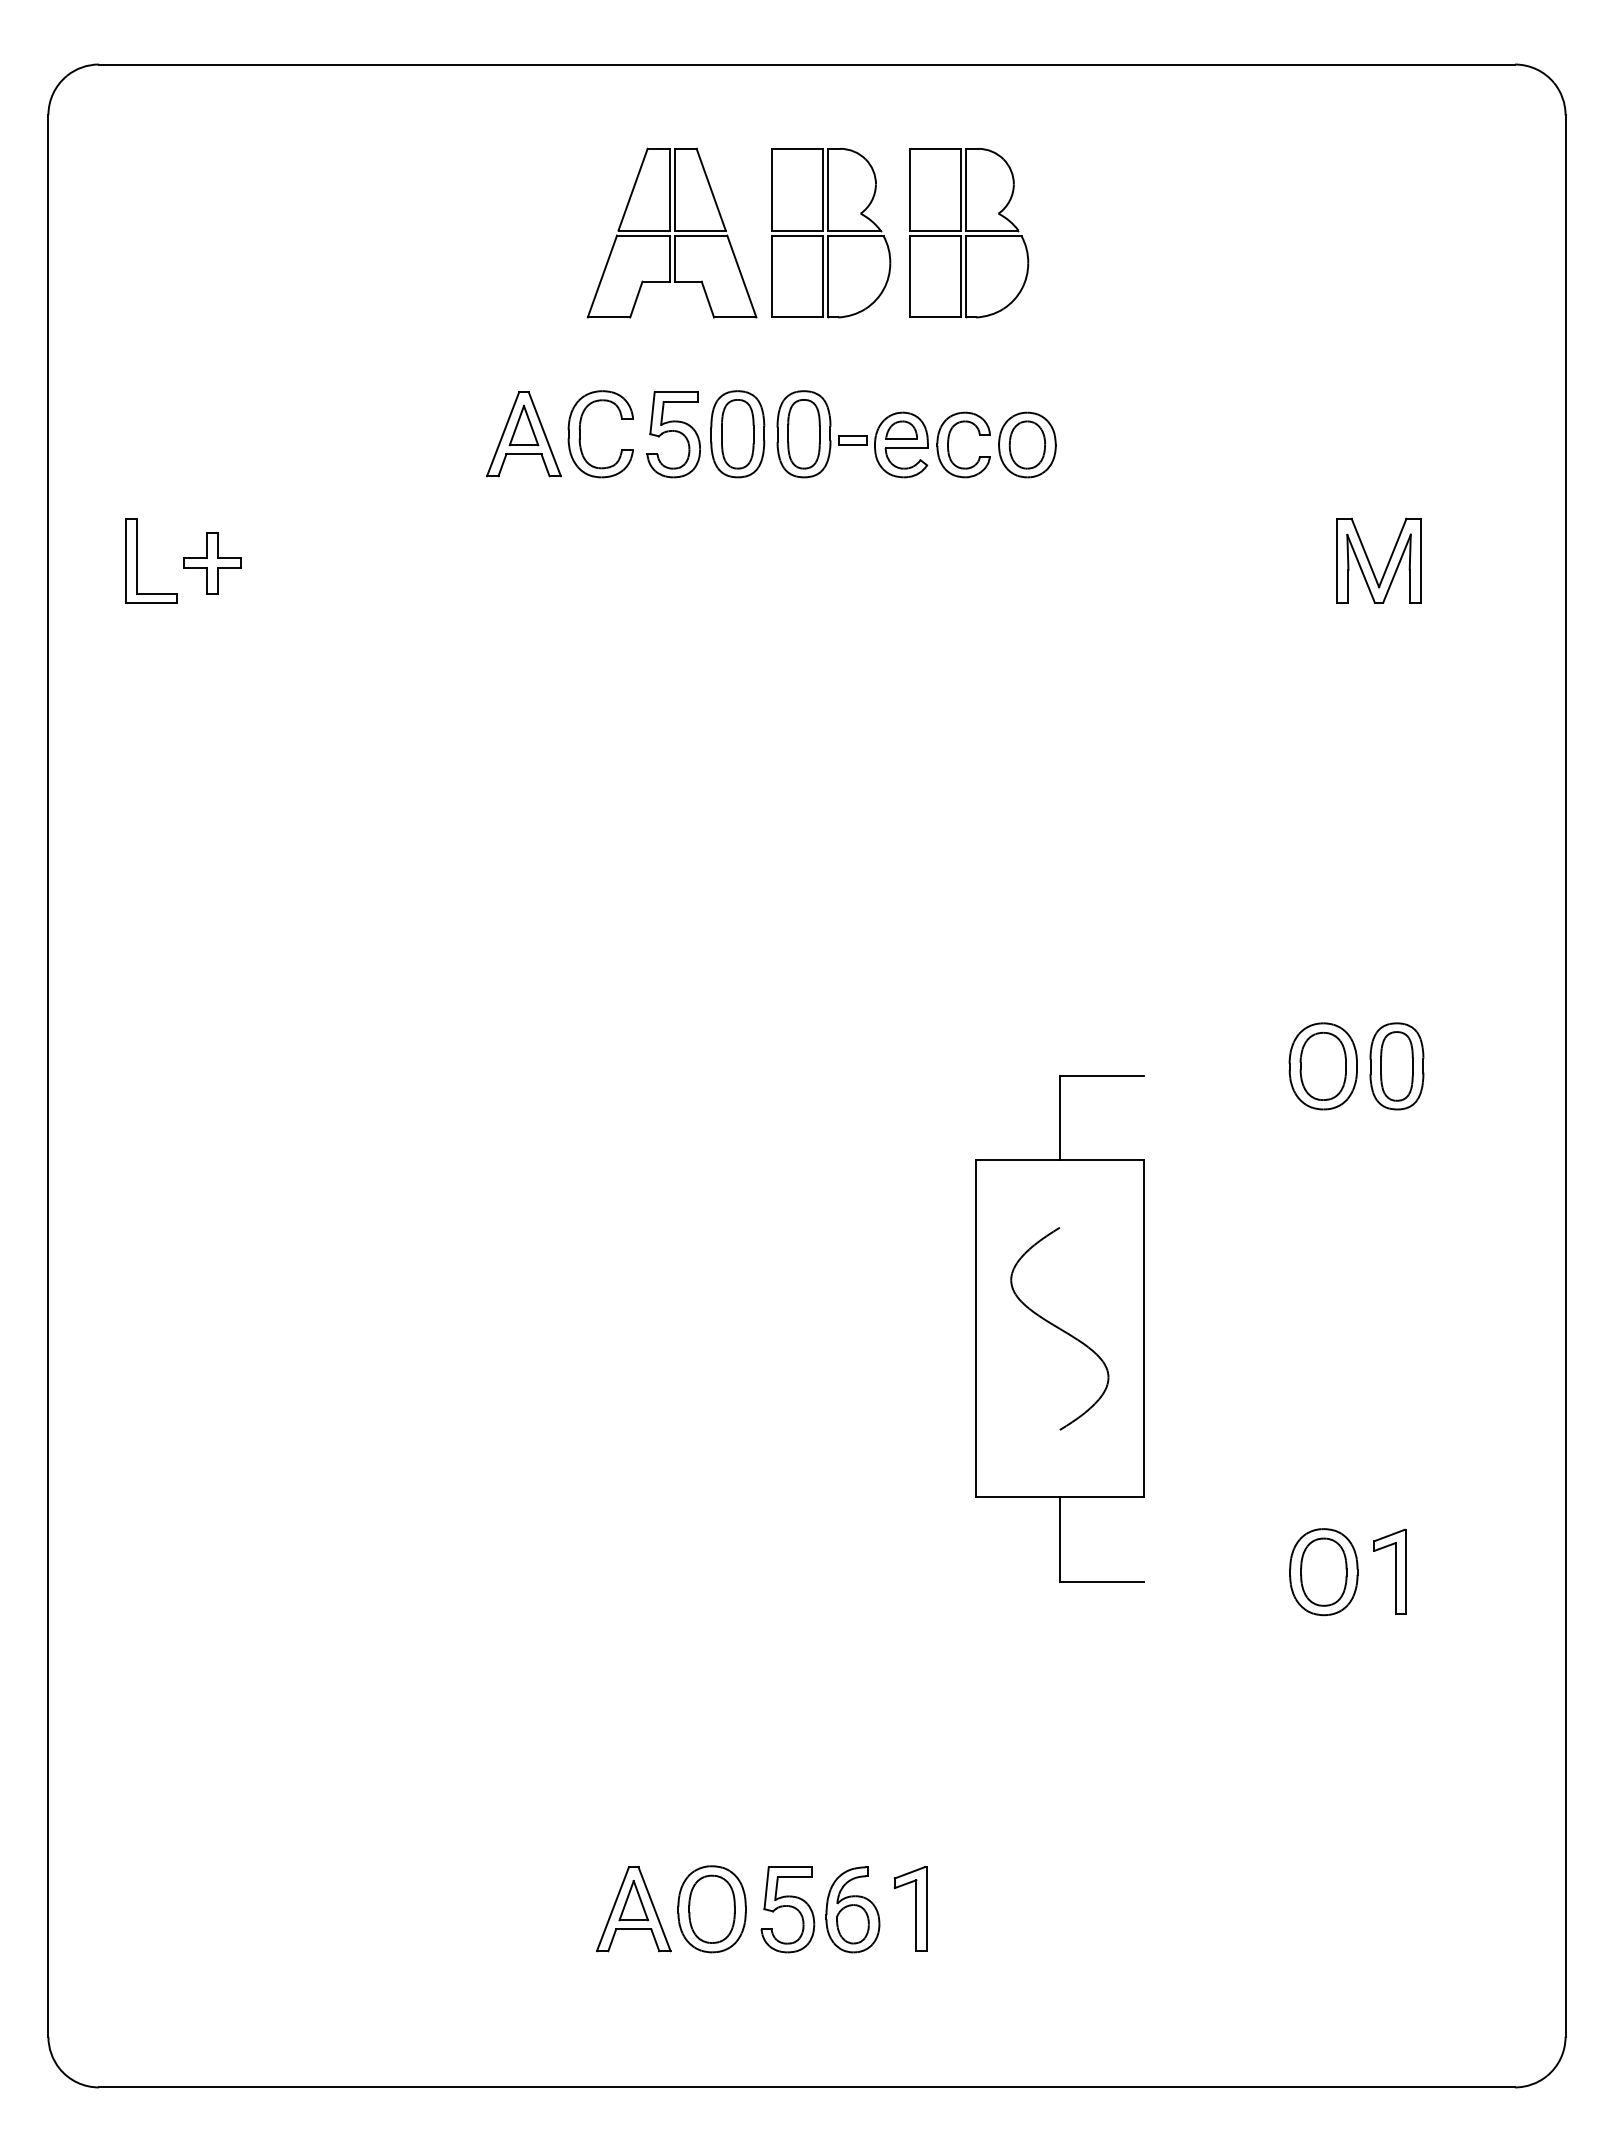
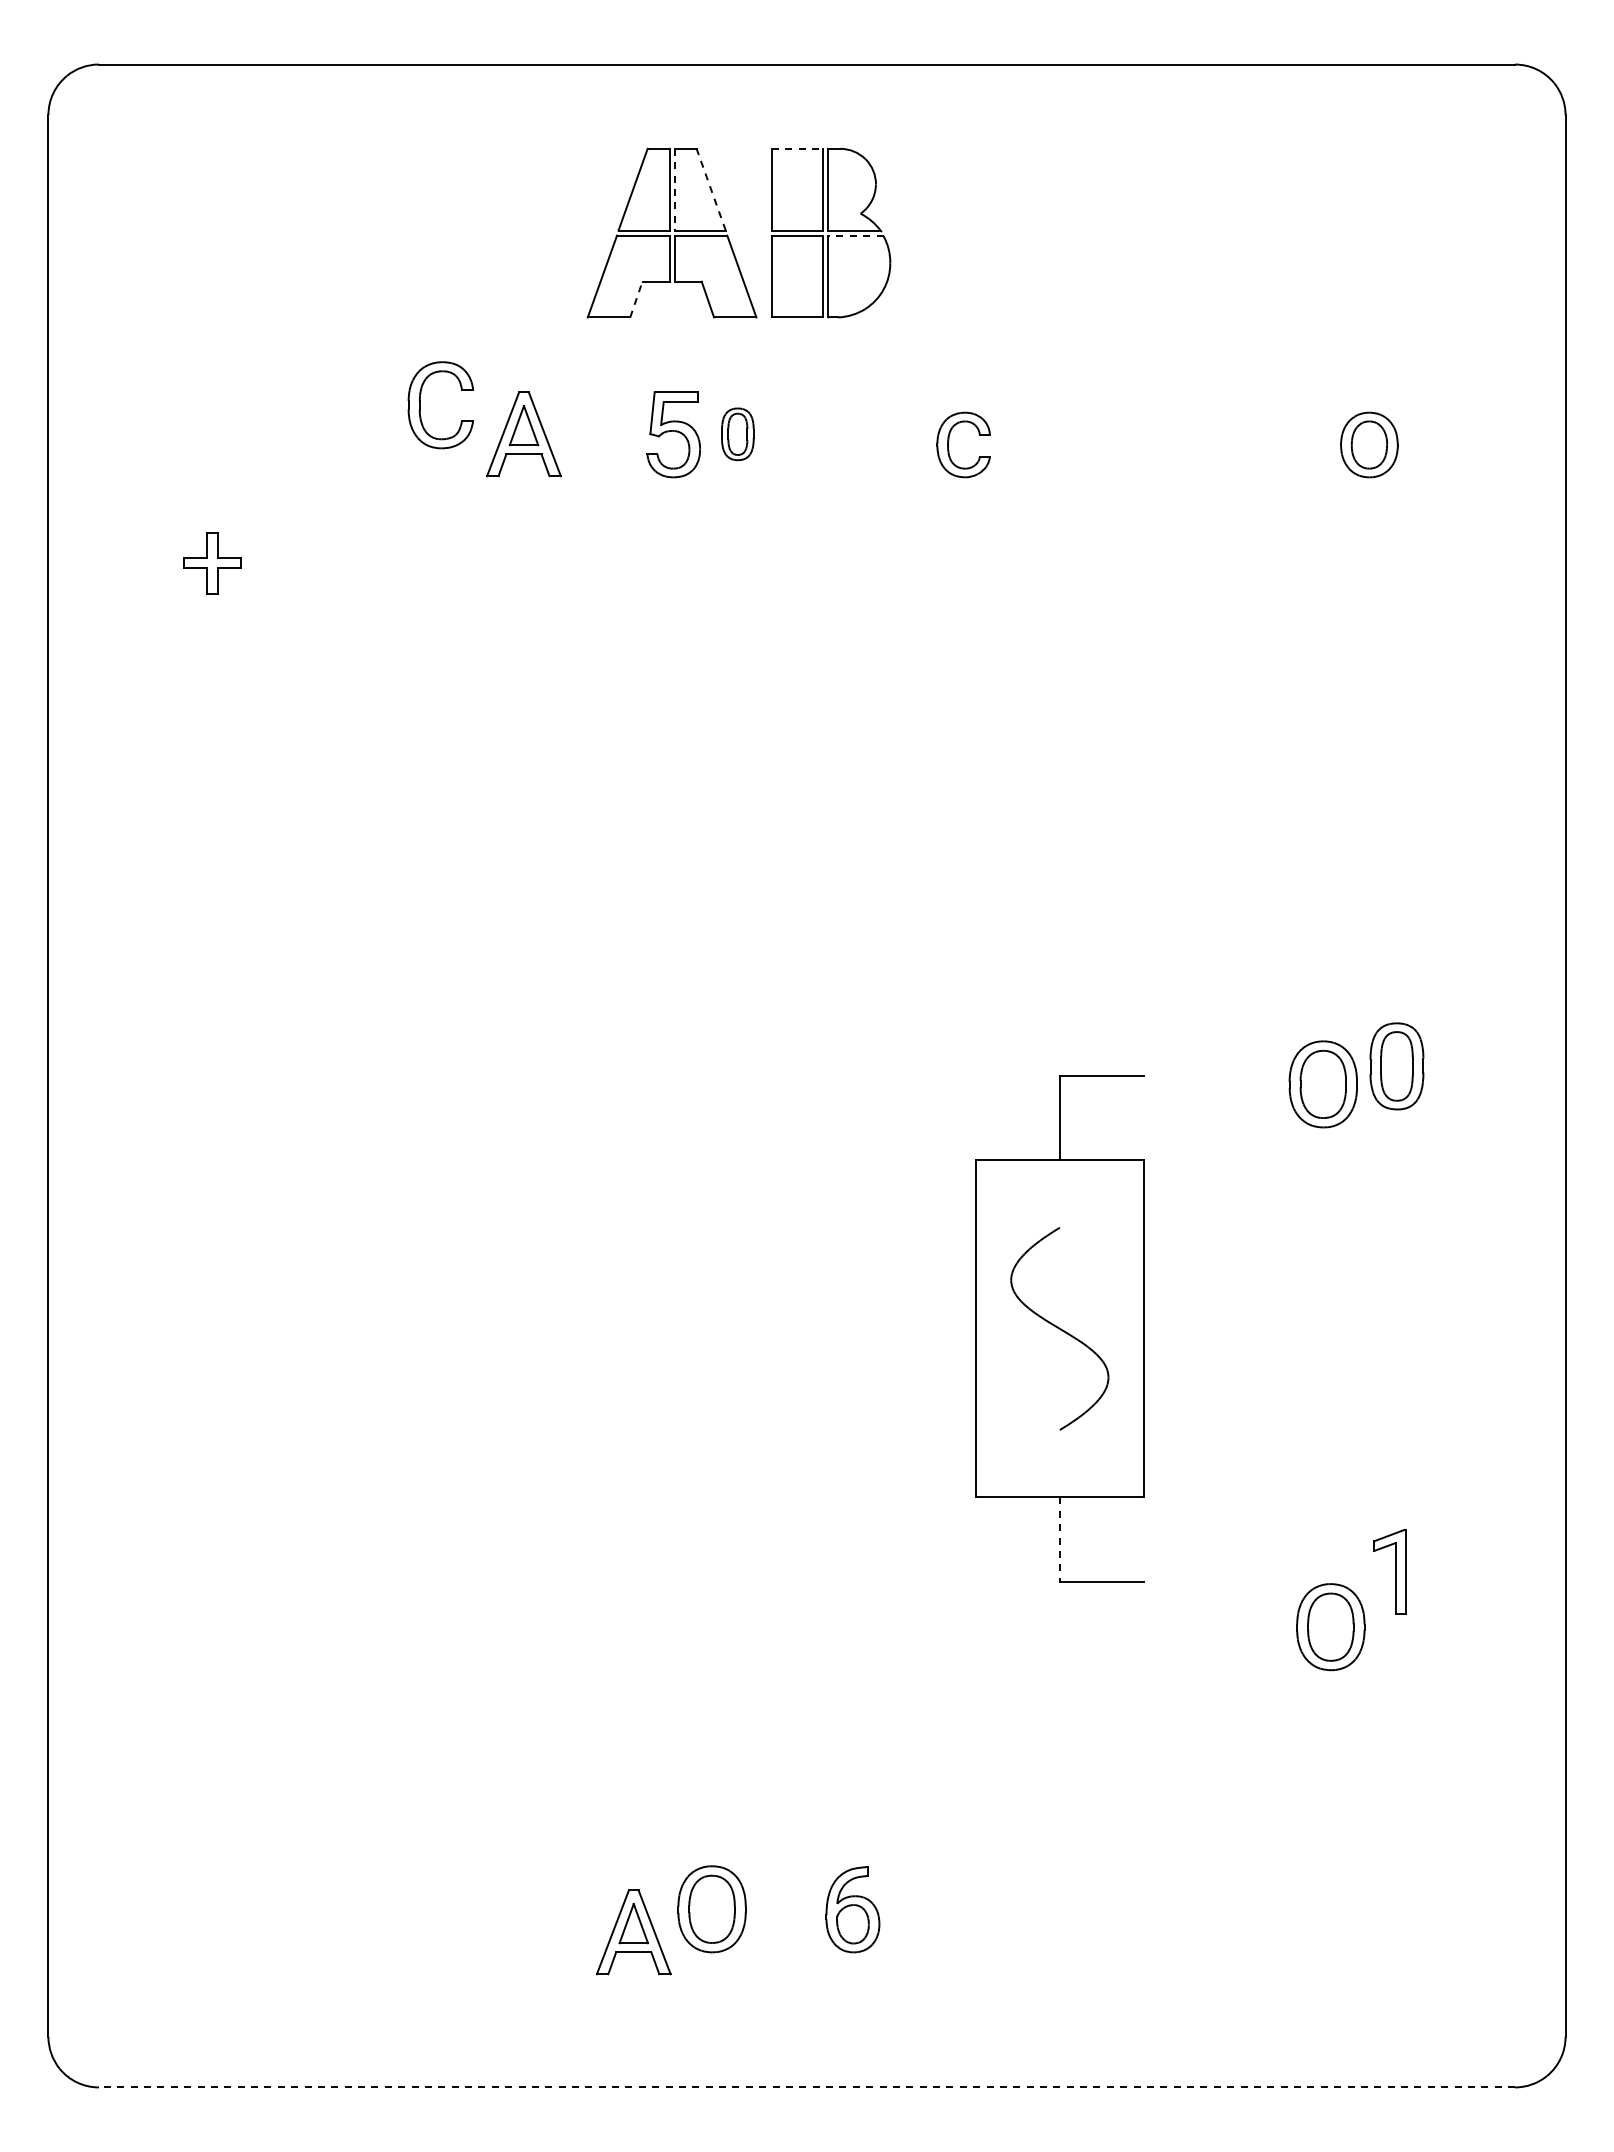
line at (797, 148): solid -> dashed
line at (674, 189): solid -> dashed
line at (711, 189): solid -> dashed
part at (969, 233): present -> none
line at (855, 236): solid -> dashed
line at (636, 299): solid -> dashed
part at (580, 434) position: (580, 434) -> (420, 405)
part at (737, 434) size: 56x89 px -> 34x55 px
part at (852, 434): present -> none
part at (1027, 444) position: (1027, 444) -> (1369, 444)
part at (137, 560): present -> none
part at (1370, 562): present -> none
part at (1322, 1066) position: (1322, 1066) -> (1322, 1084)
line at (1059, 1540): solid -> dashed
part at (1323, 1572) position: (1323, 1572) -> (1330, 1627)
part at (910, 1908): present -> none
part at (633, 1909) position: (633, 1909) -> (633, 1932)
part at (787, 1909): present -> none
line at (806, 2087): solid -> dashed
